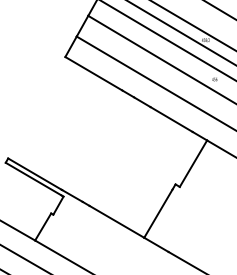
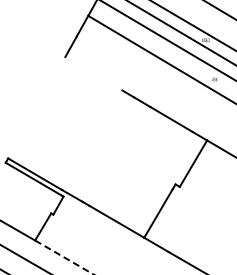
line at (93, 73): present -> none
line at (154, 82): present -> none
line at (64, 257): solid -> dashed
